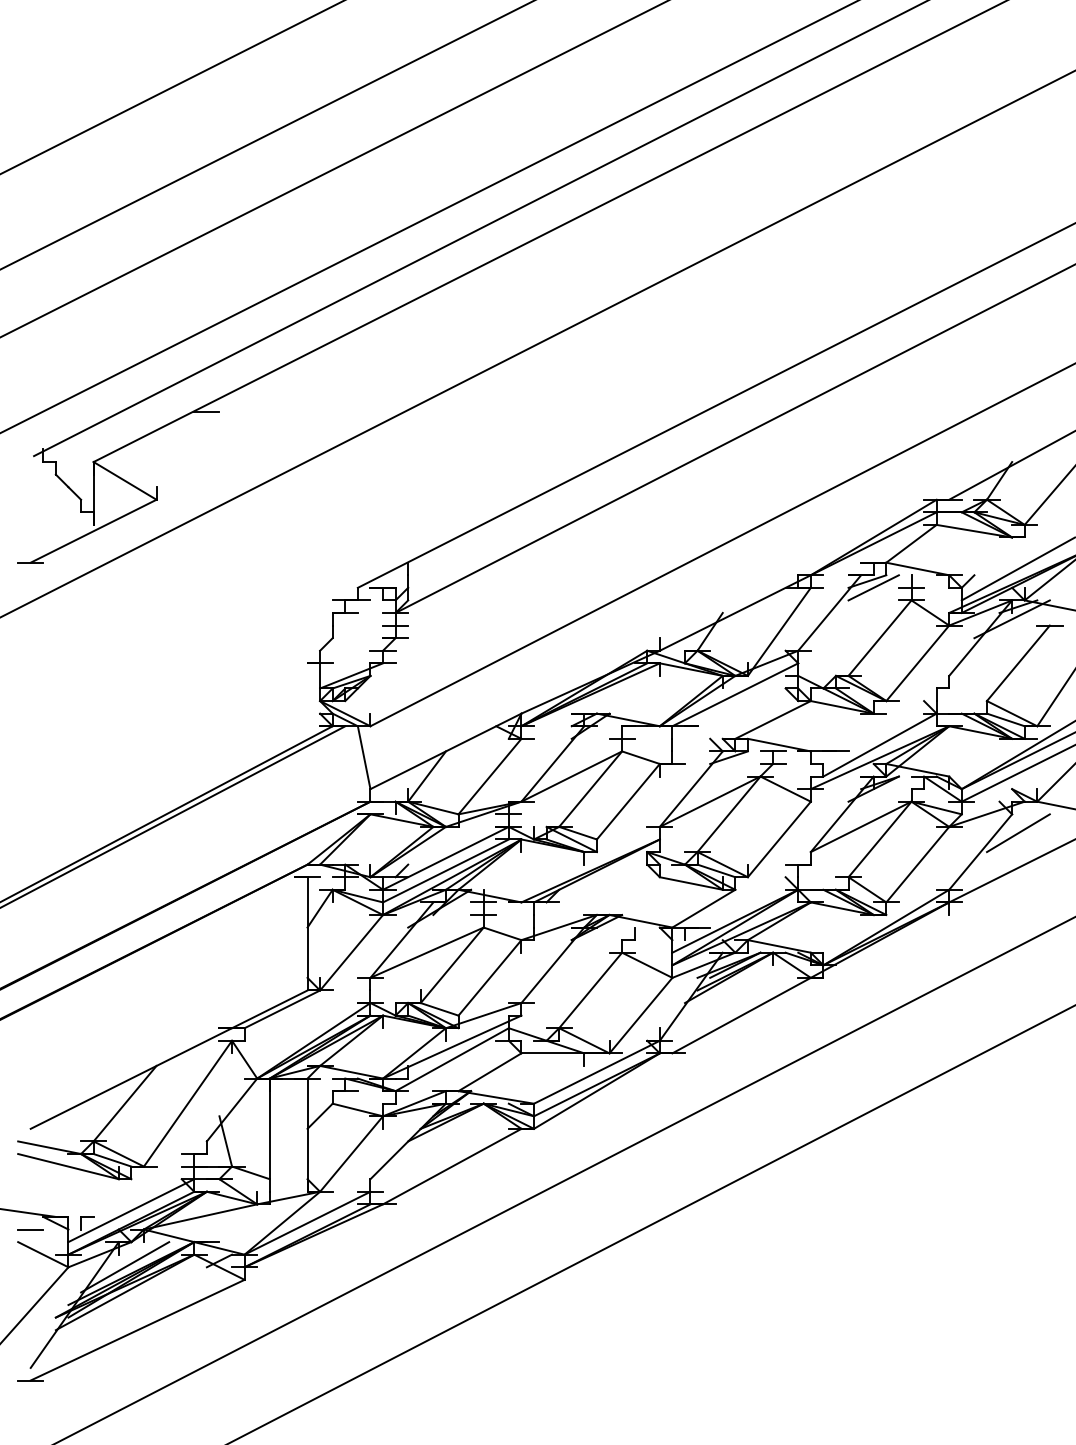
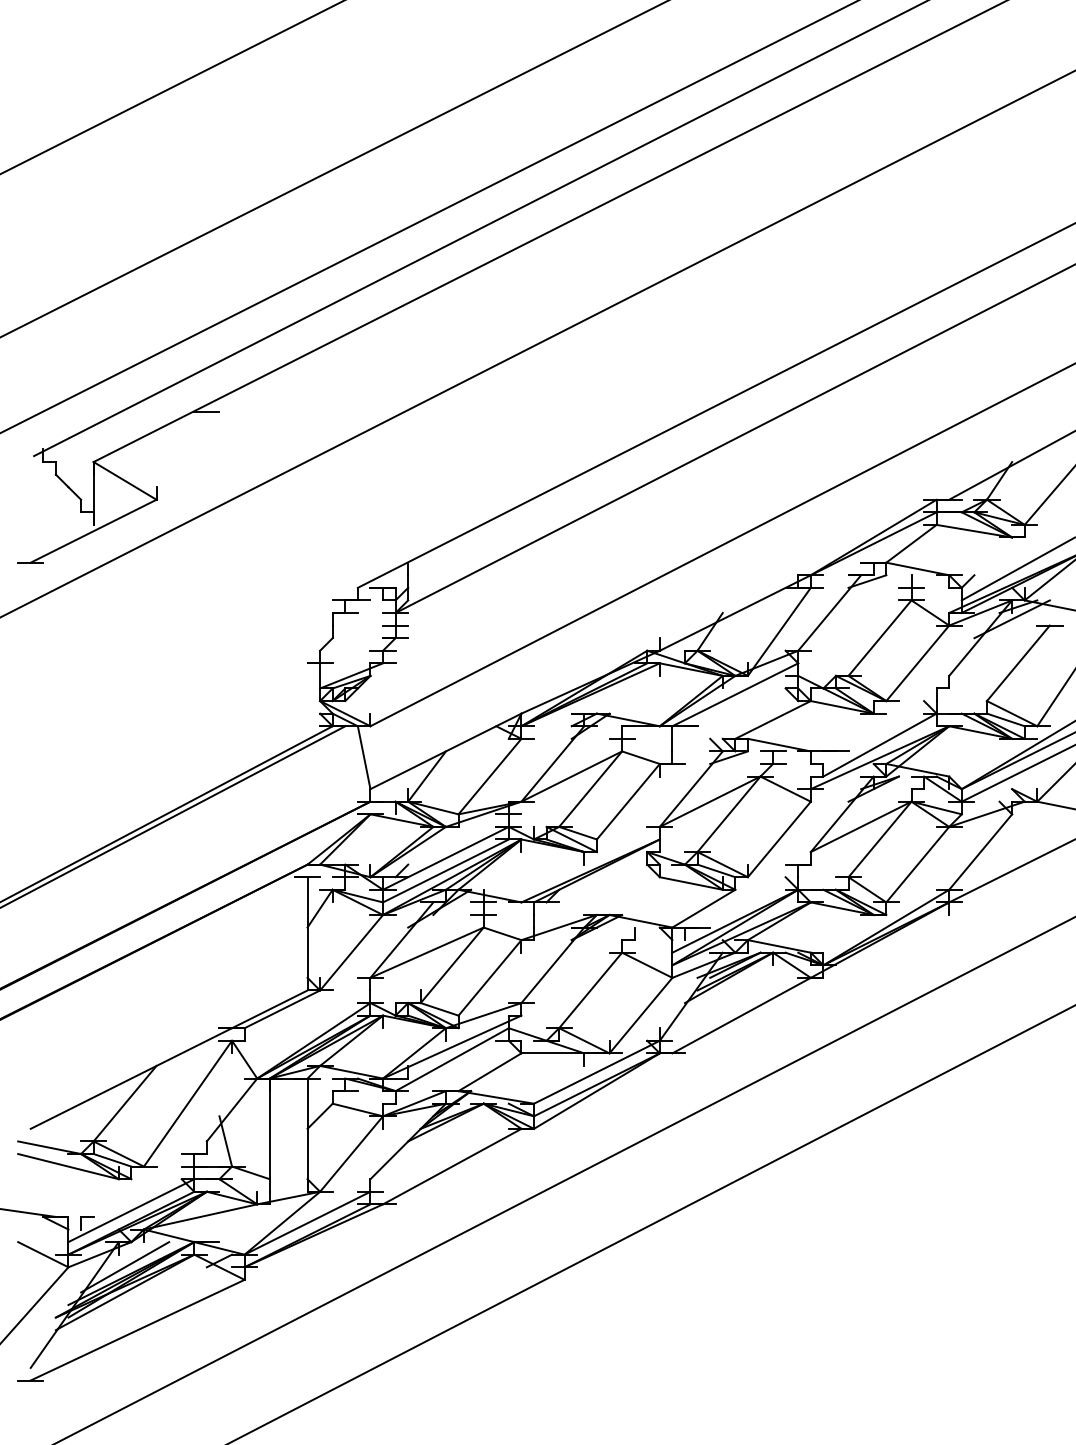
line at (266, 135): present -> none
line at (873, 587): present -> none
line at (1017, 833): present -> none
line at (30, 1229): present -> none
